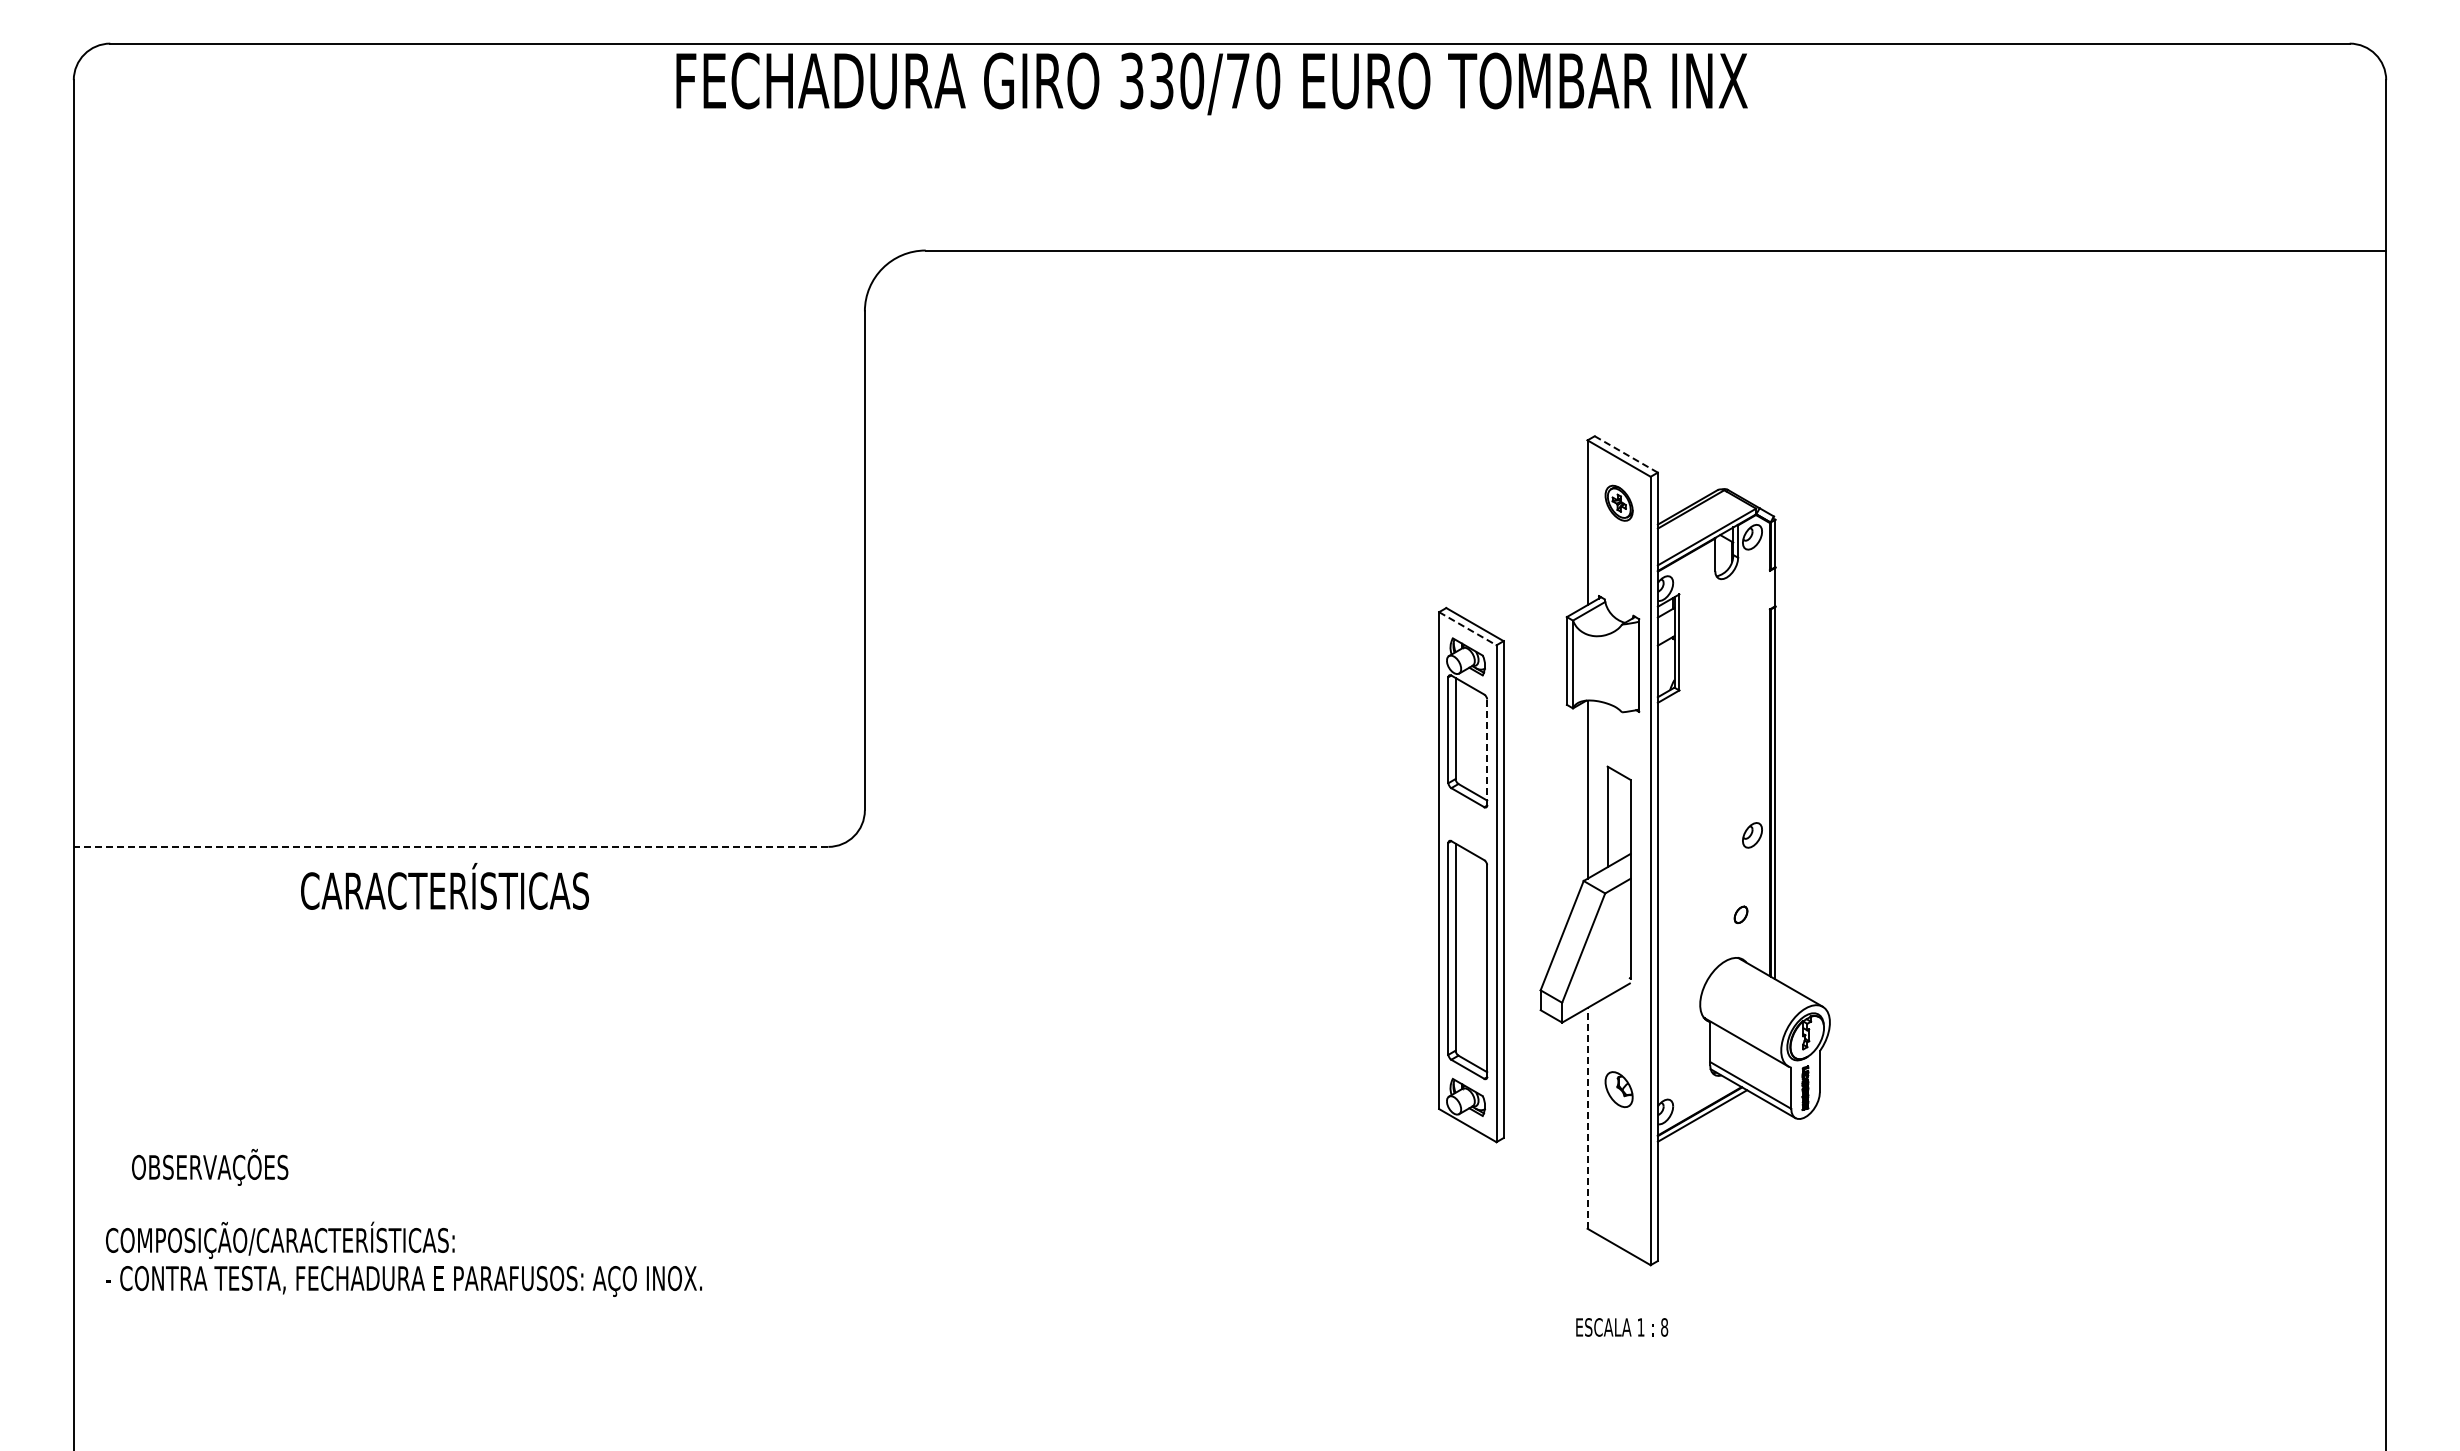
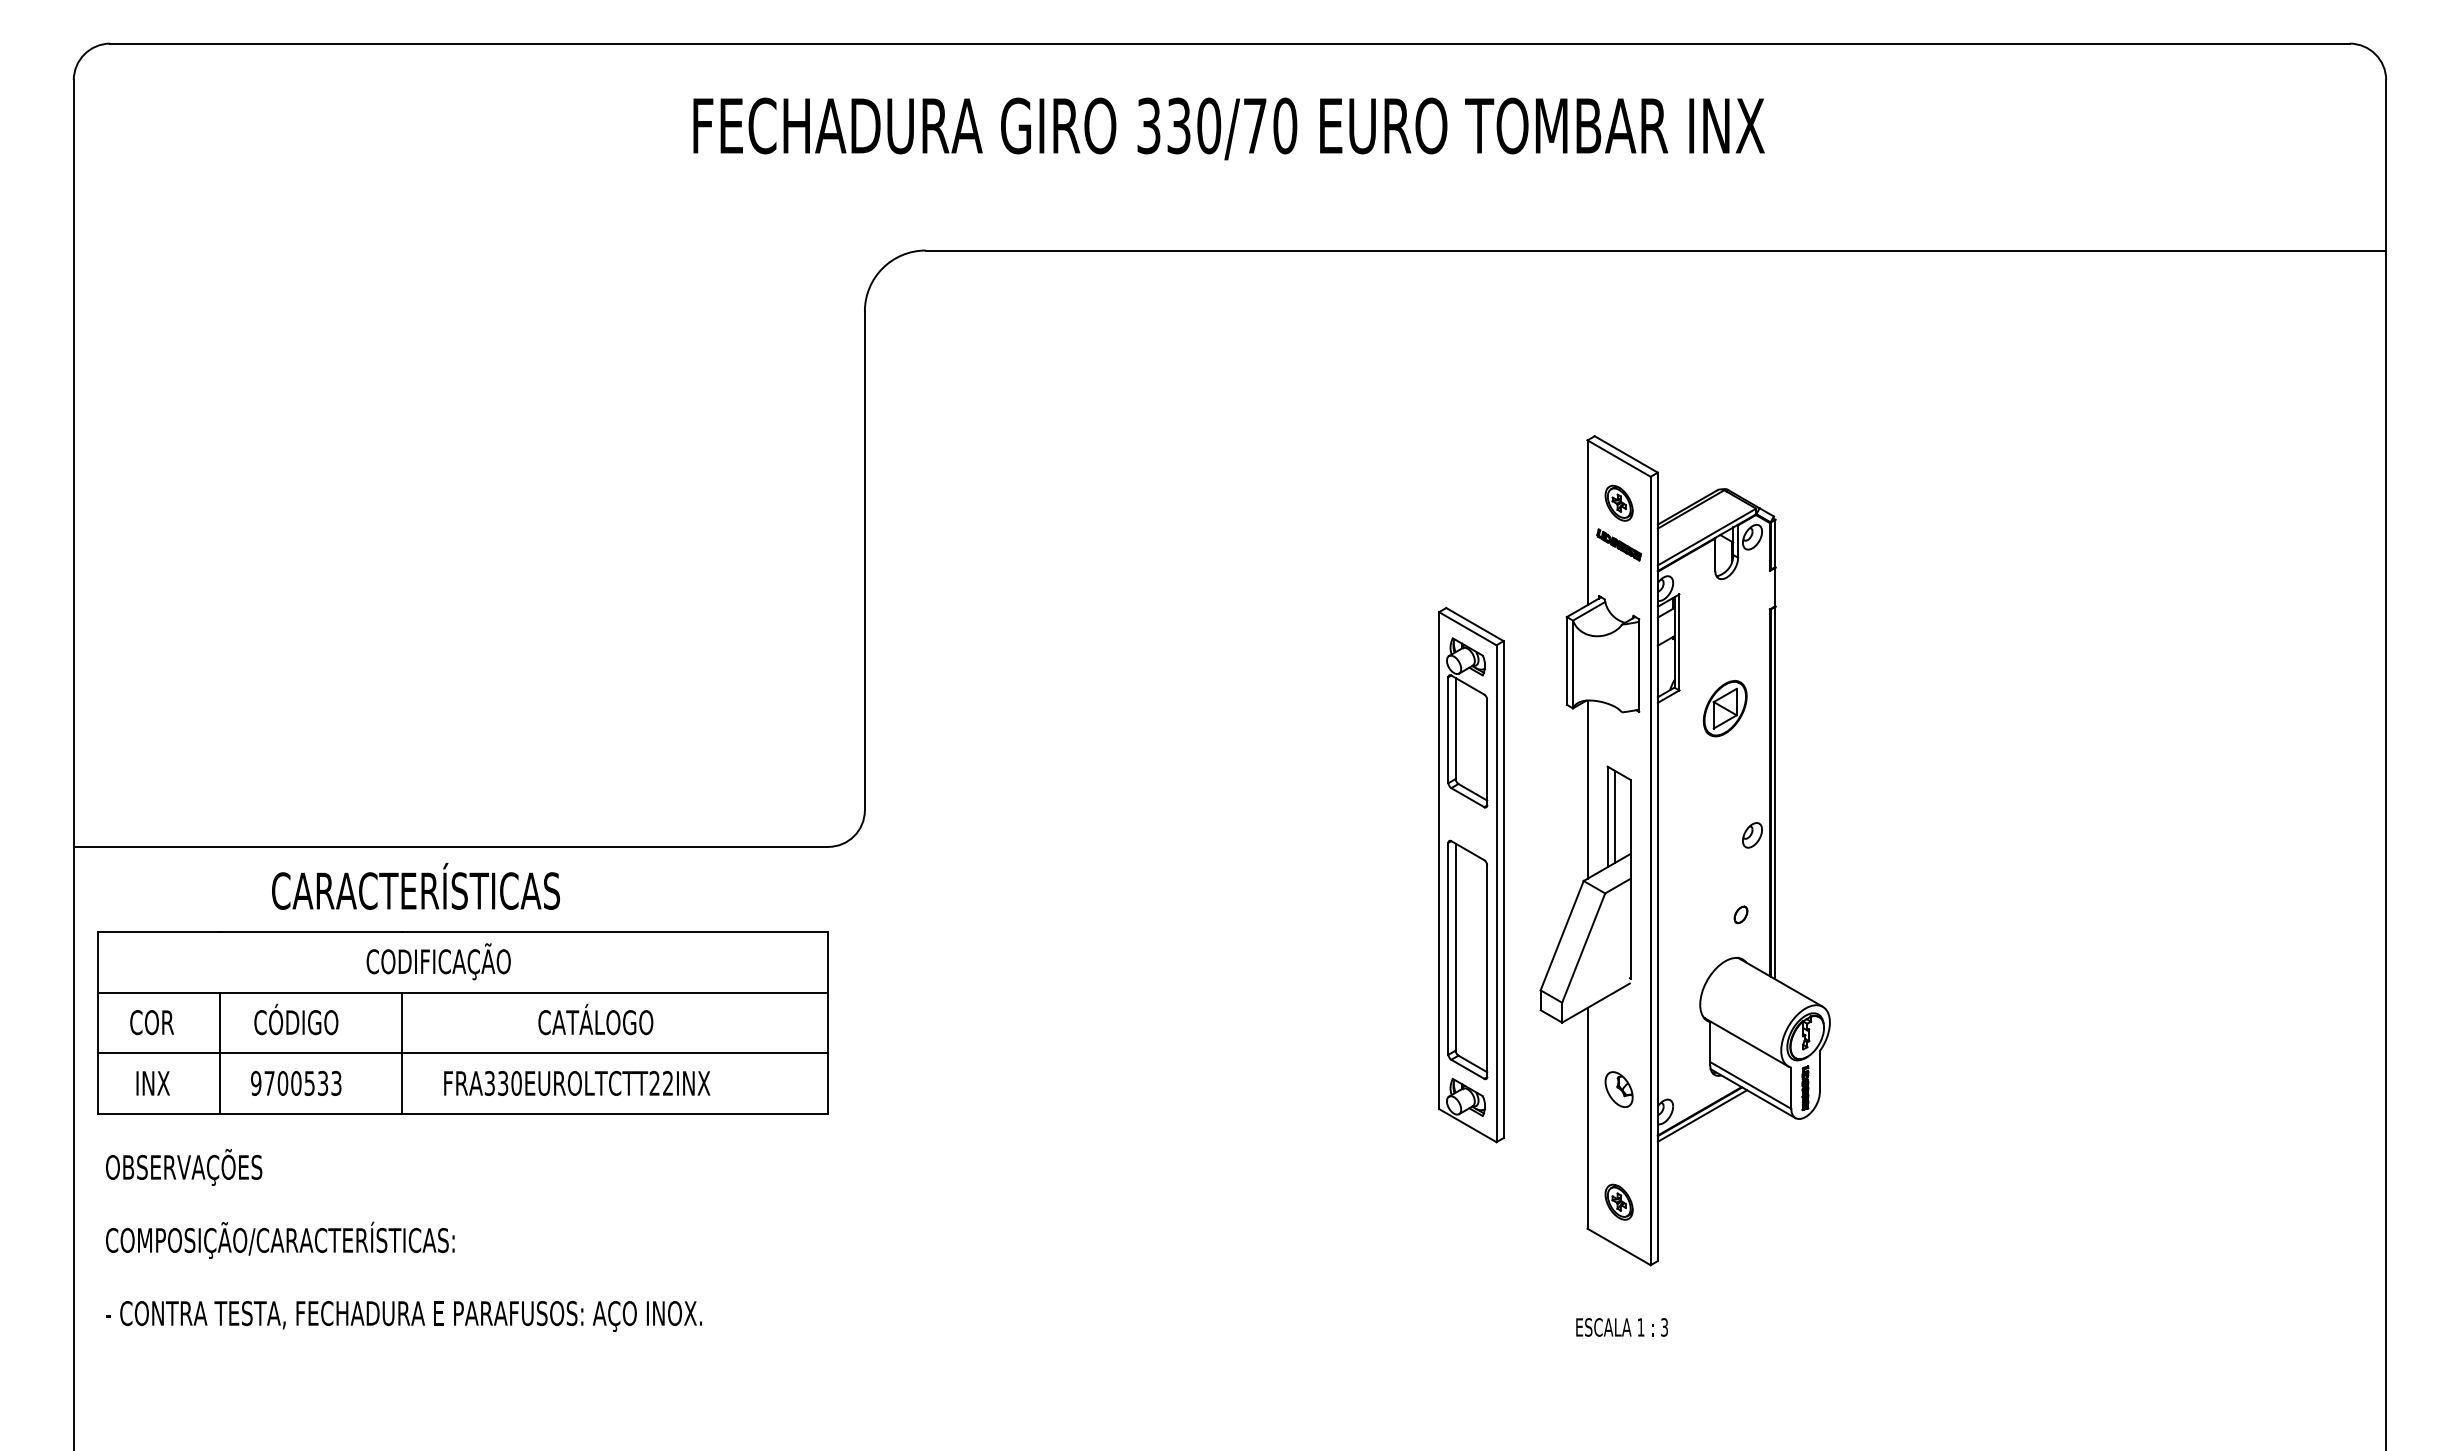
text at (1211, 83) position: (1211, 83) -> (1228, 128)
line at (1626, 454): dashed -> solid
part at (1618, 544): none -> present
line at (1468, 628): dashed -> solid
part at (1724, 708): none -> present
line at (1487, 753): dashed -> solid
line at (1614, 816): none -> present
line at (450, 846): dashed -> solid
text at (444, 886) position: (444, 886) -> (415, 886)
part at (462, 1022): none -> present
line at (1587, 1117): dashed -> solid
text at (210, 1166) position: (210, 1166) -> (184, 1166)
part at (1618, 1201): none -> present
text at (403, 1281) position: (403, 1281) -> (403, 1316)
text at (1664, 1327): 8 -> 3
